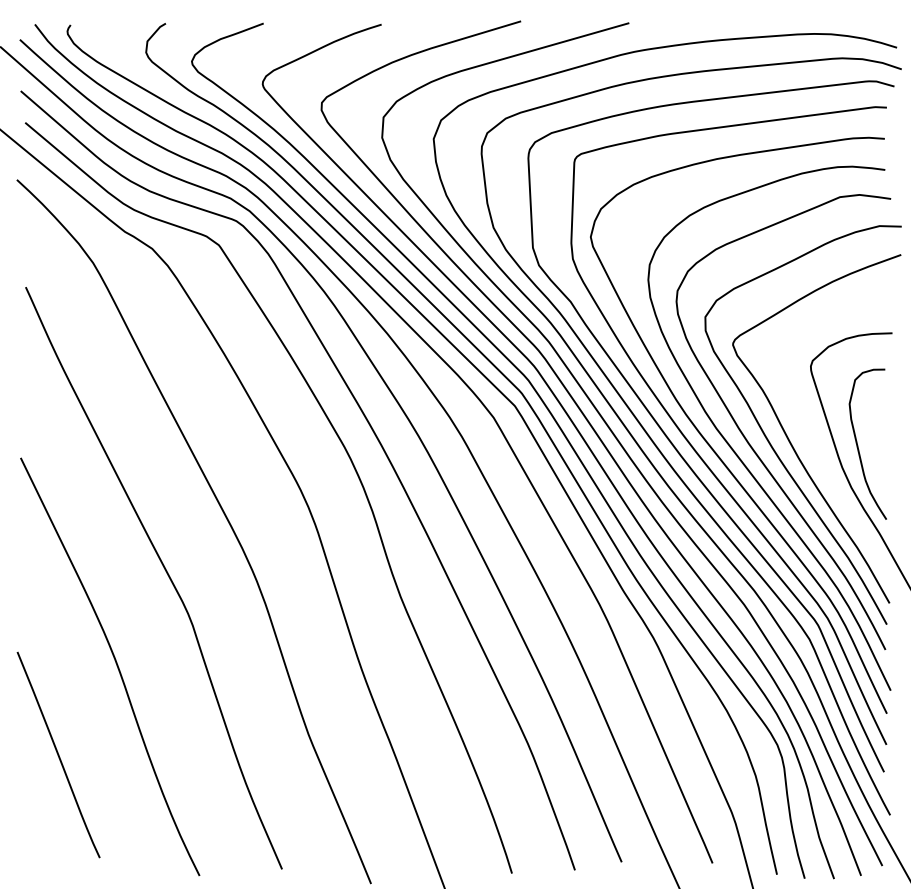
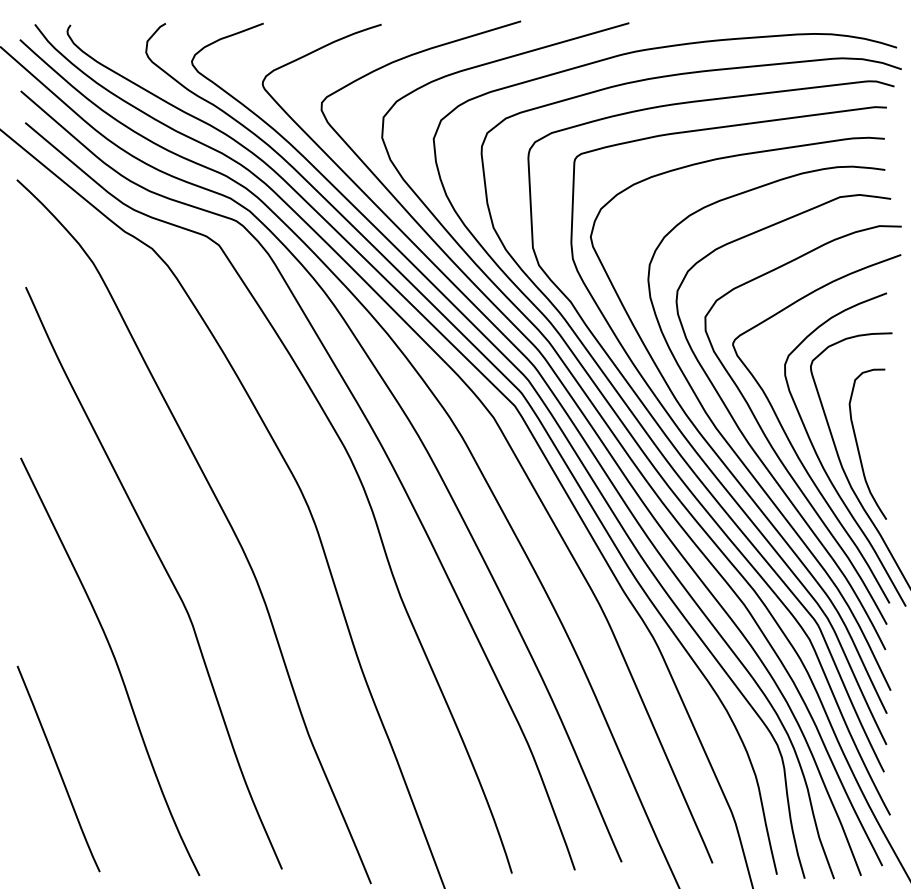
curve at (821, 461): none -> present
curve at (58, 754) position: (58, 754) -> (58, 768)
